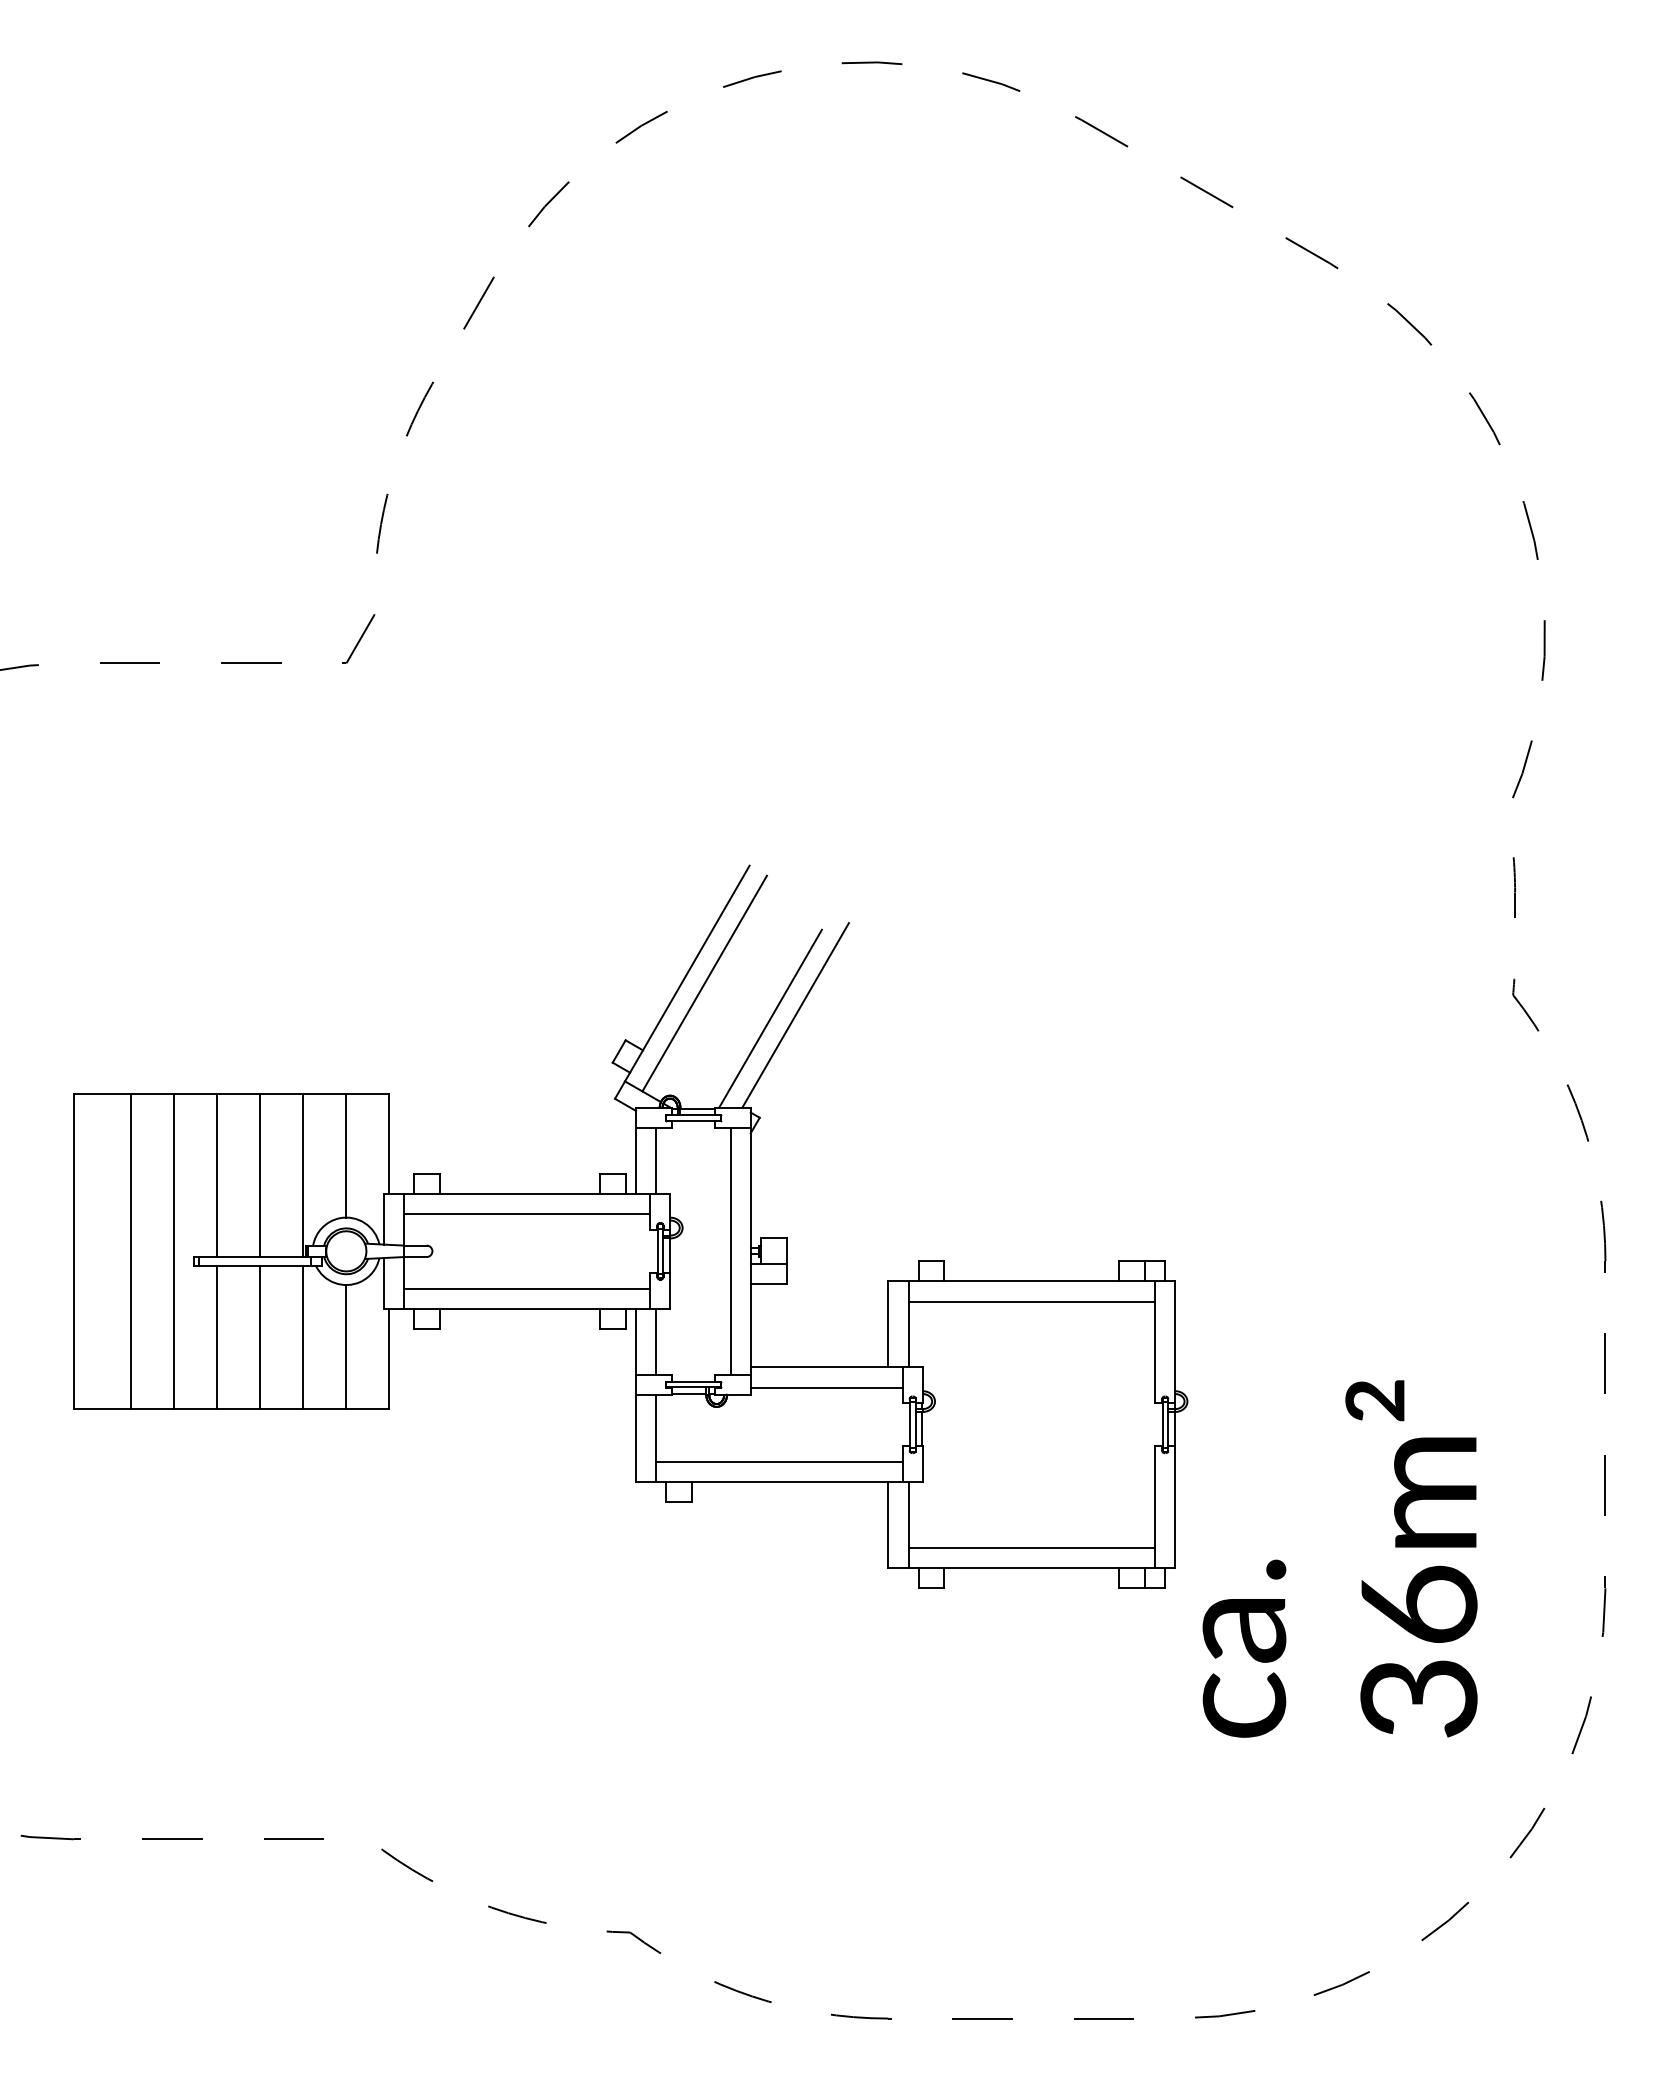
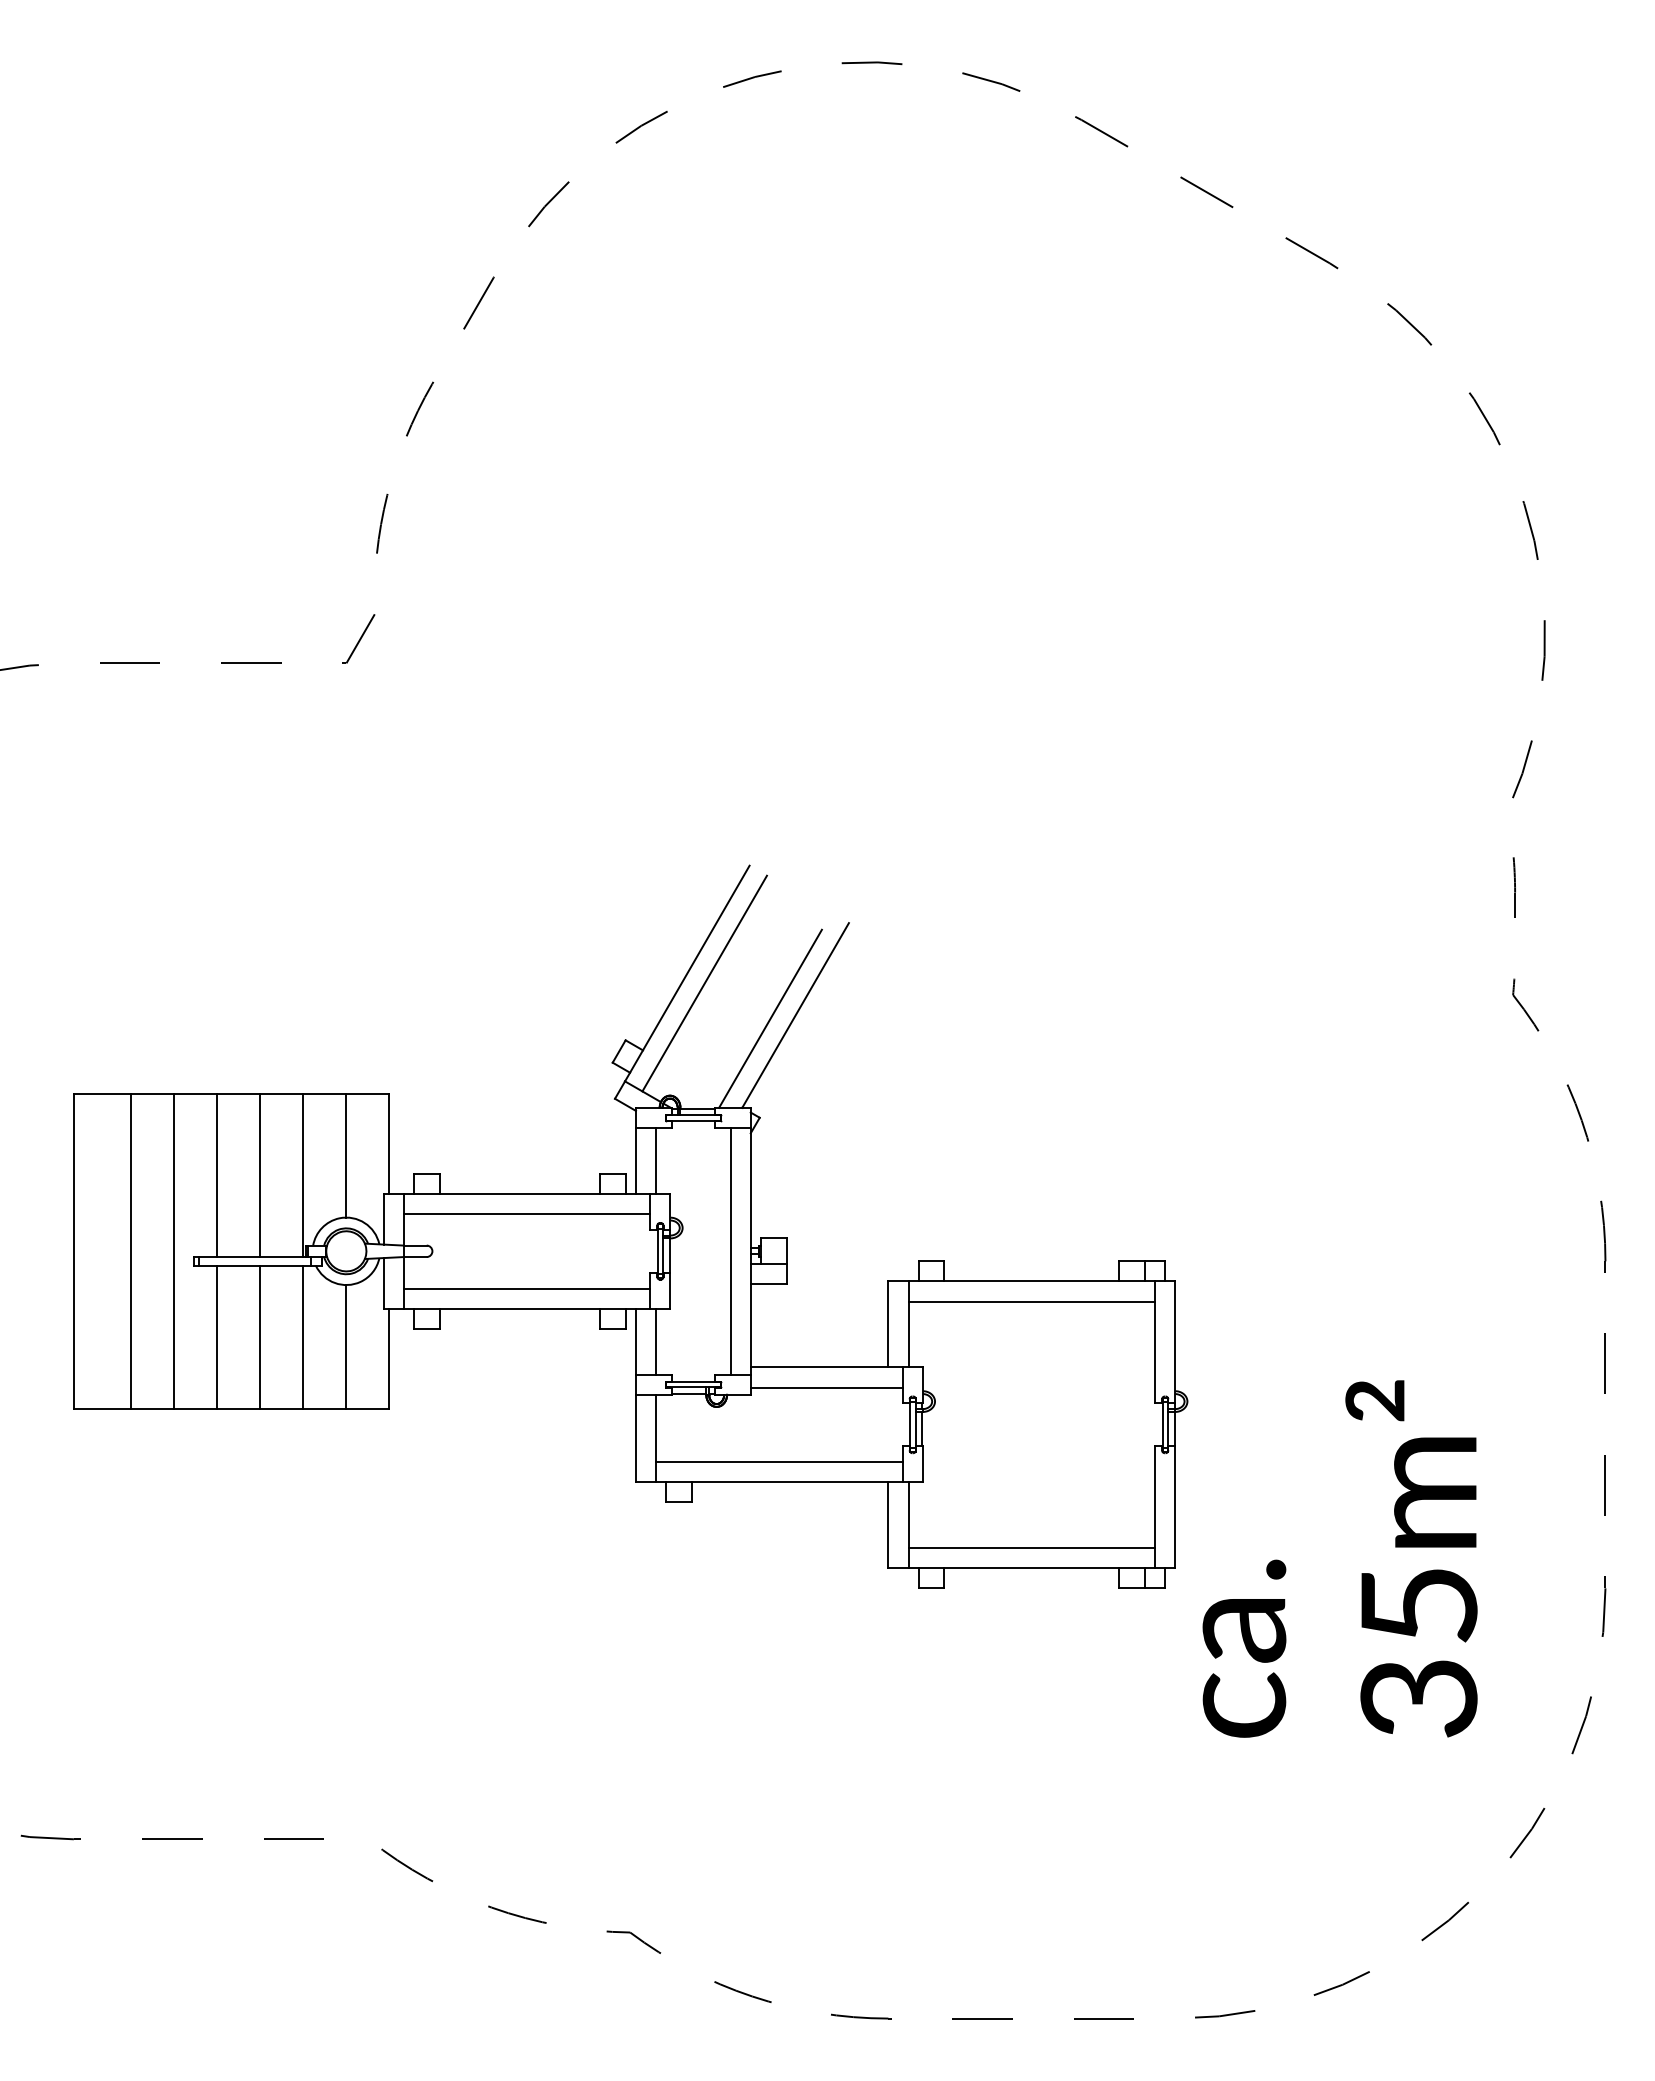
text at (1419, 1603): 36m² -> 35m²
